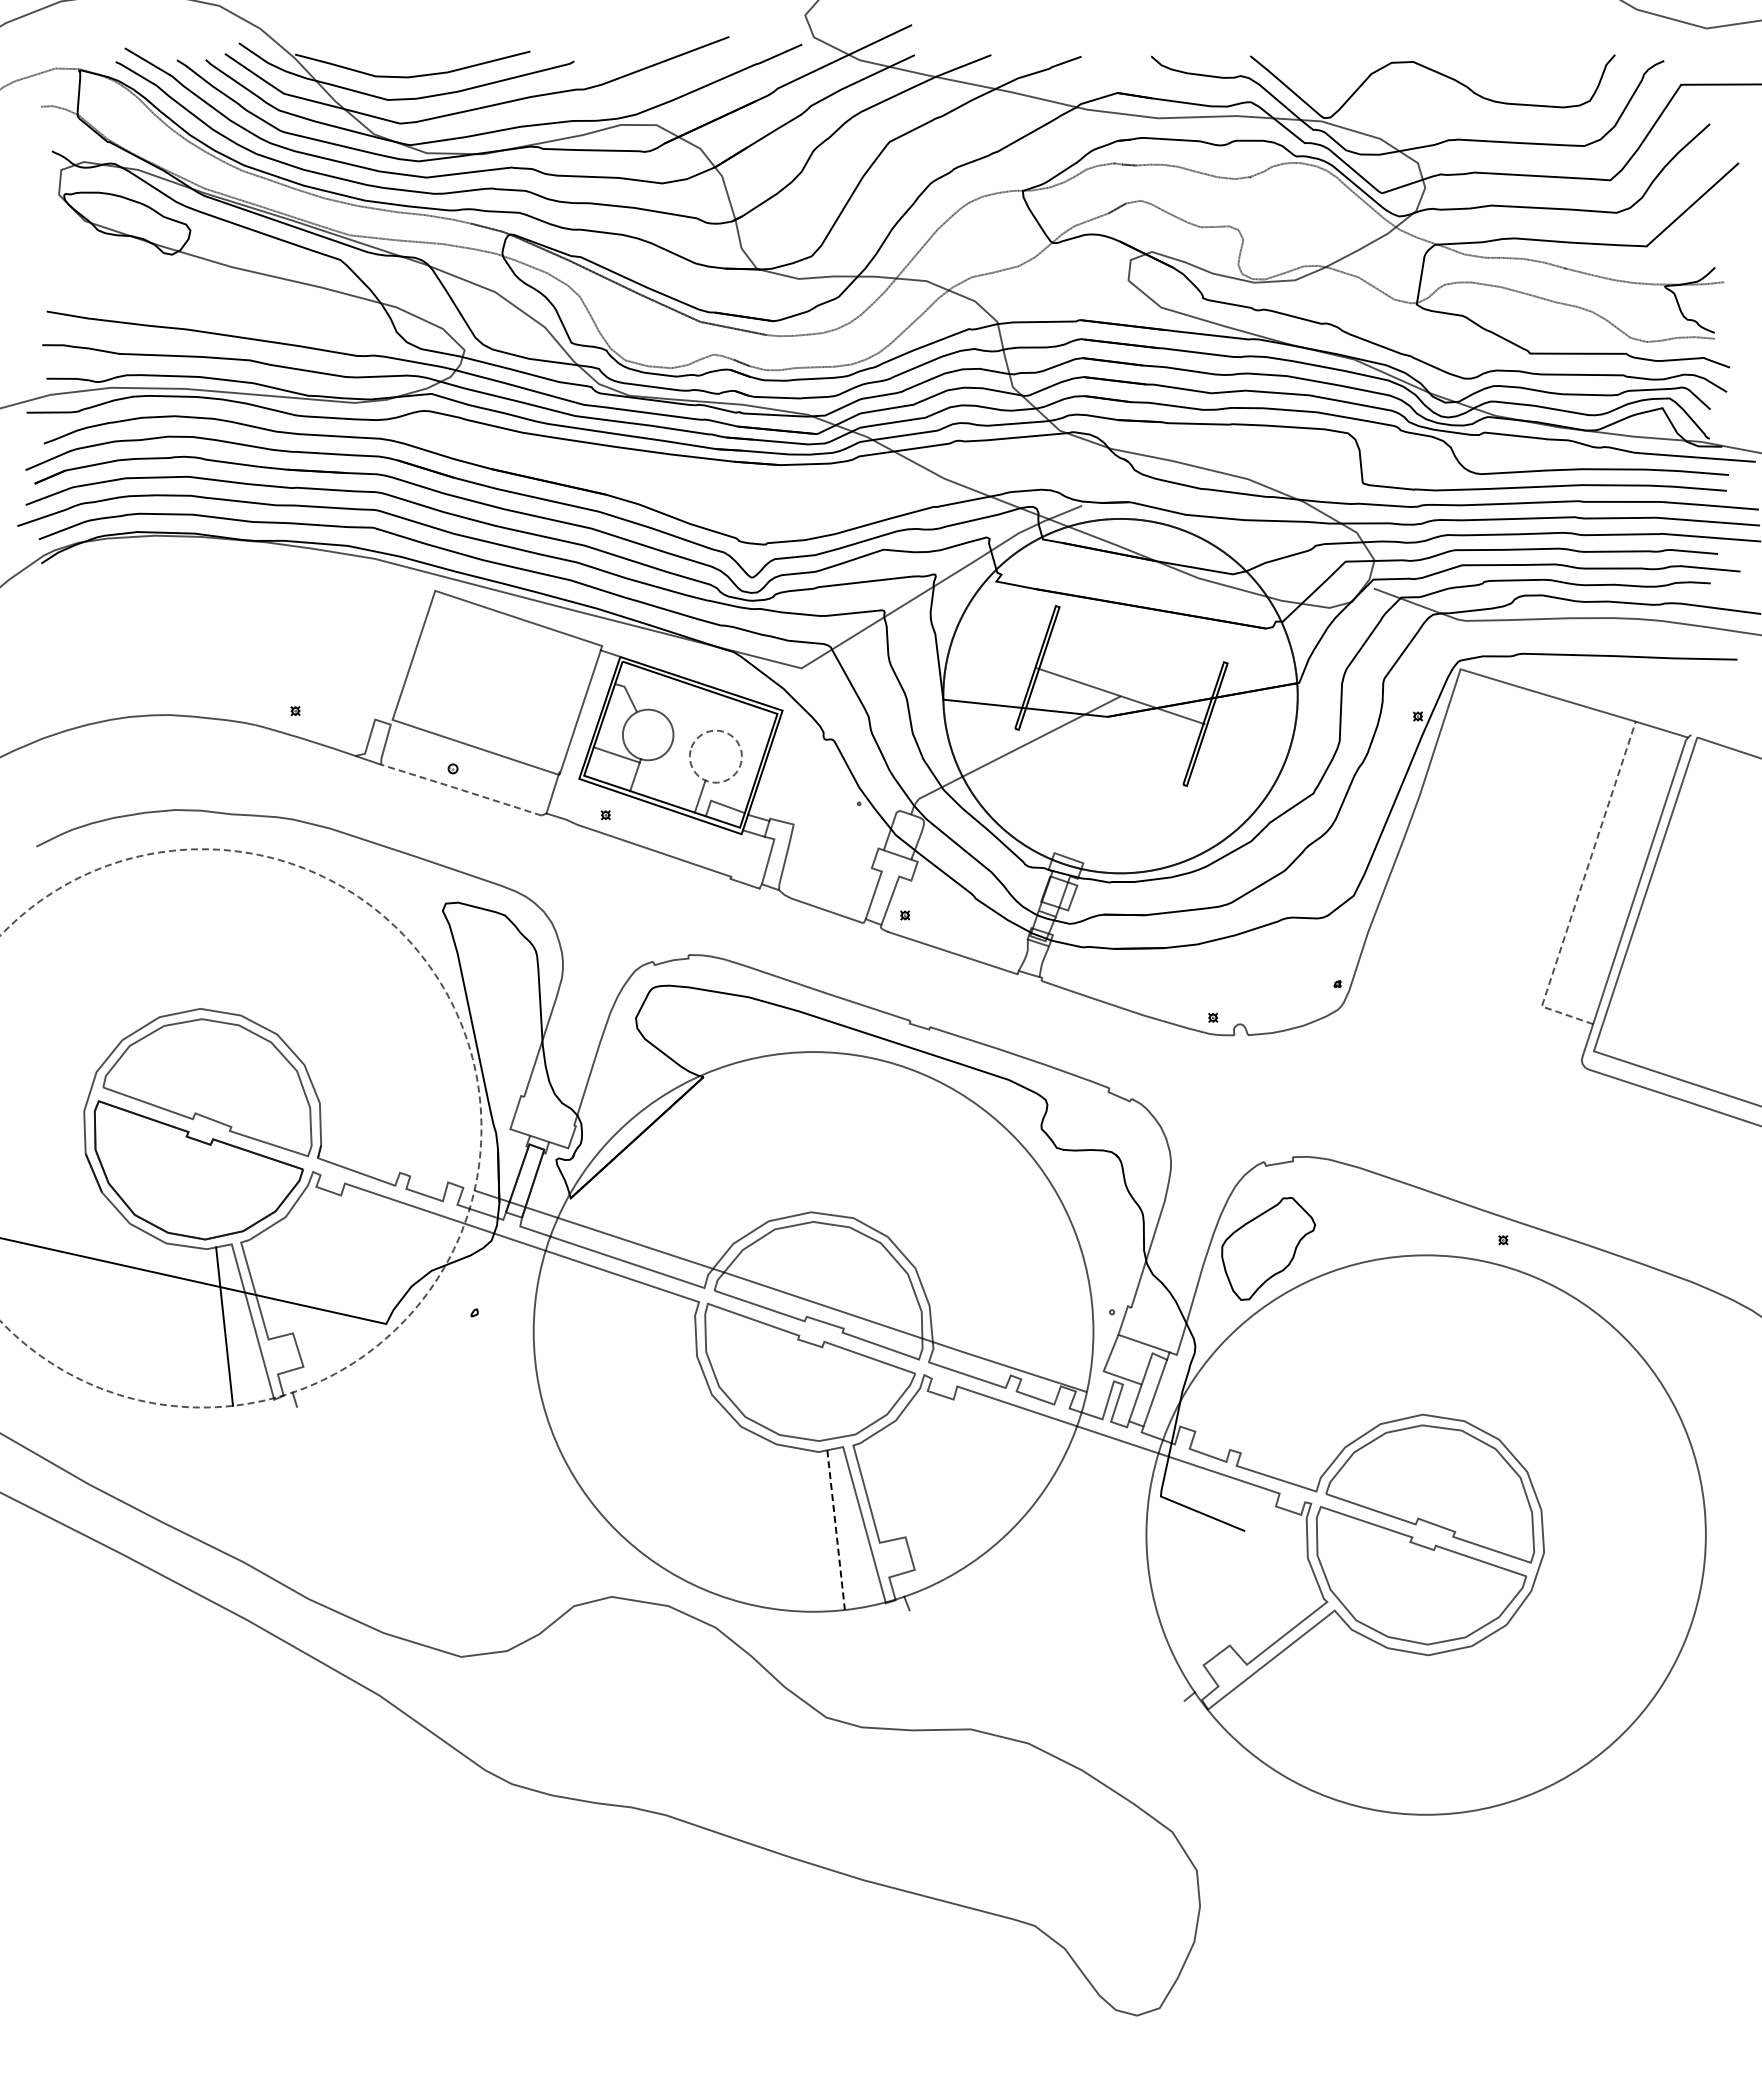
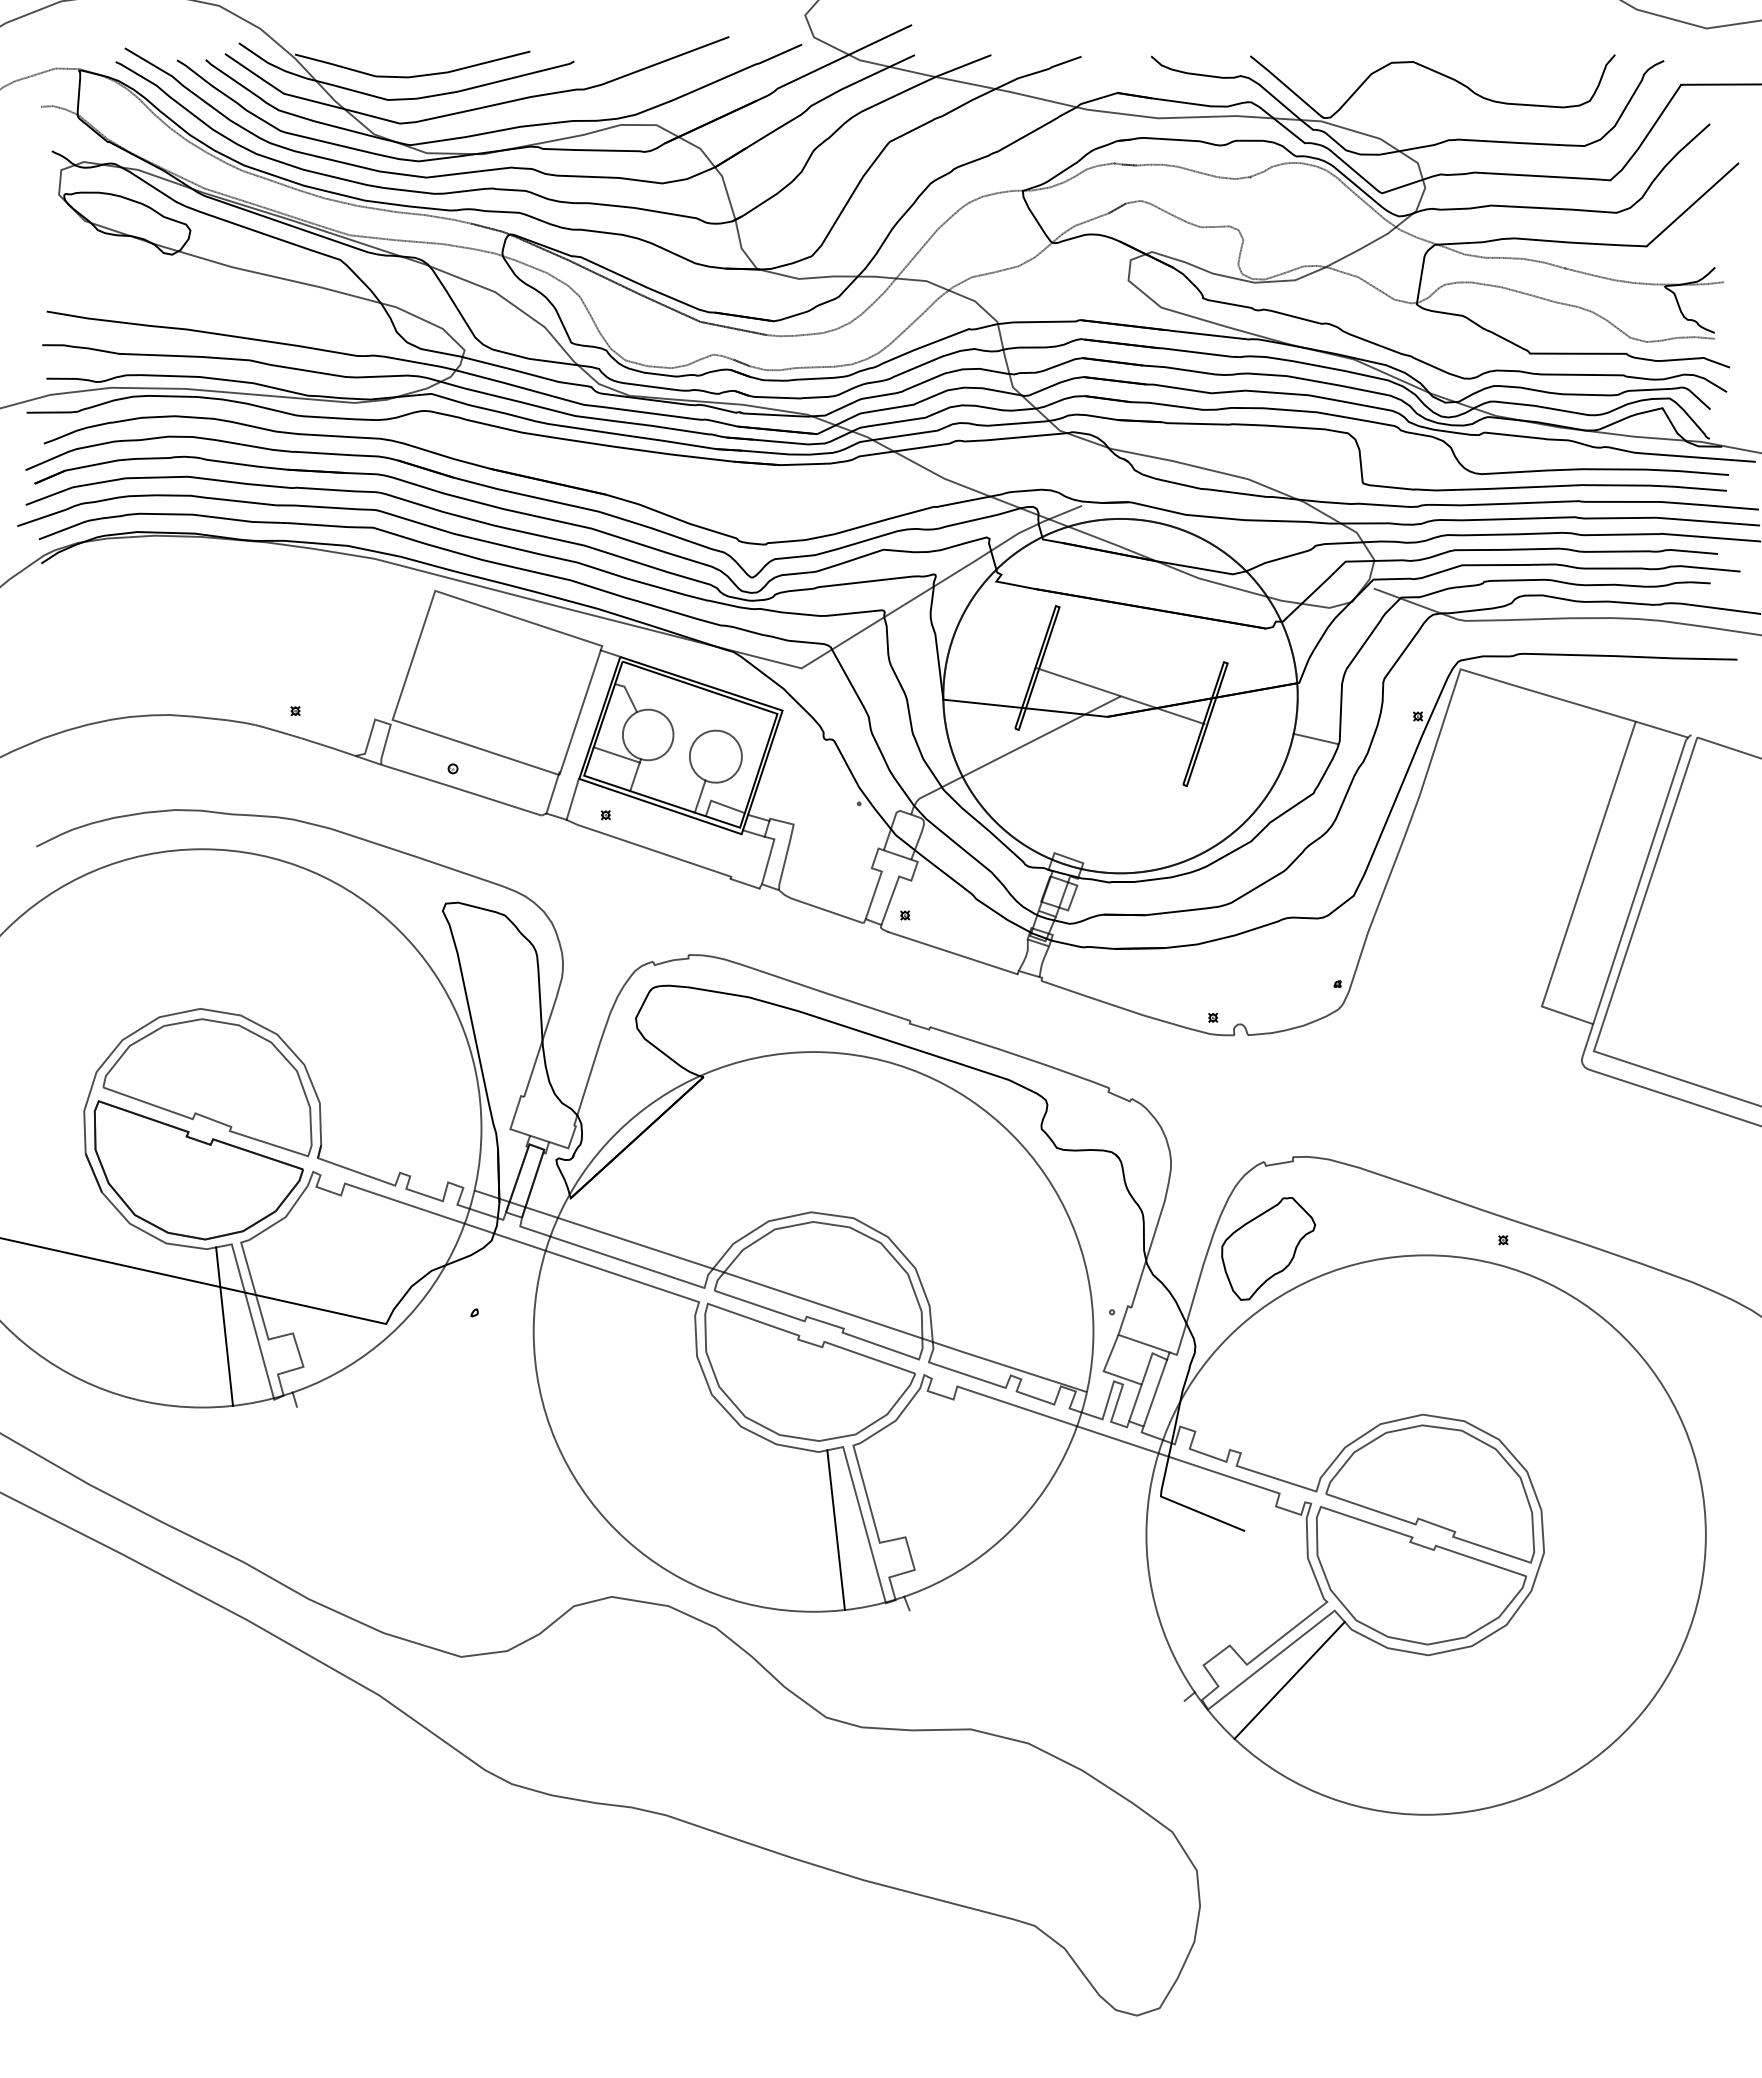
line at (1315, 738): none -> present
circle at (715, 756): dashed -> solid
line at (461, 789): dashed -> solid
line at (572, 798): none -> present
line at (1580, 890): dashed -> solid
circle at (240, 1128): dashed -> solid
line at (836, 1530): dashed -> solid
line at (1289, 1679): none -> present
